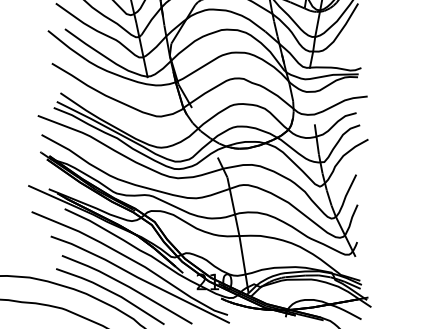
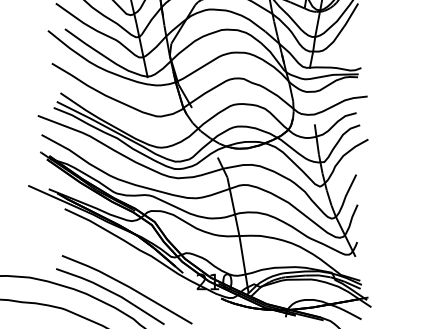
part at (130, 267): present -> none
